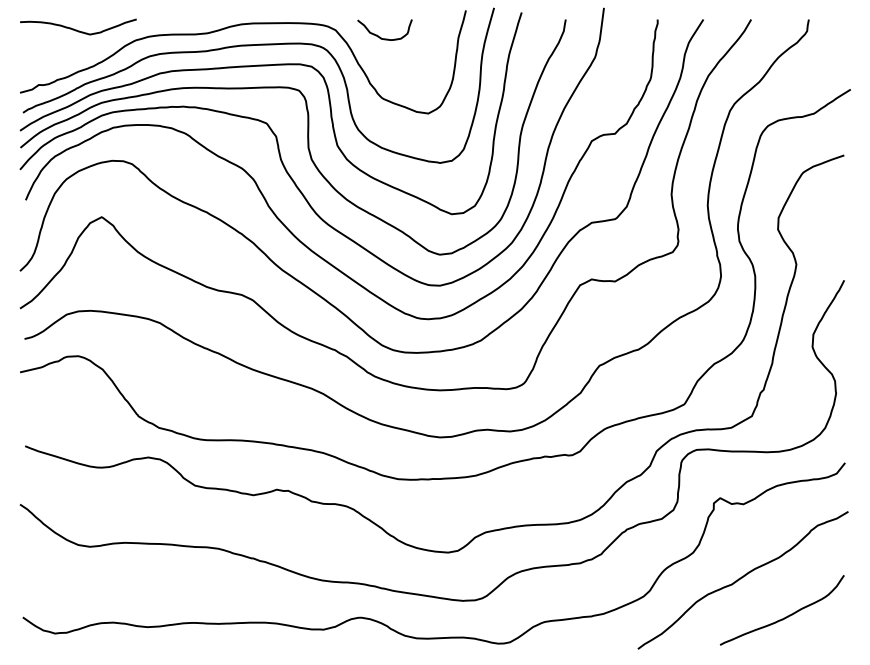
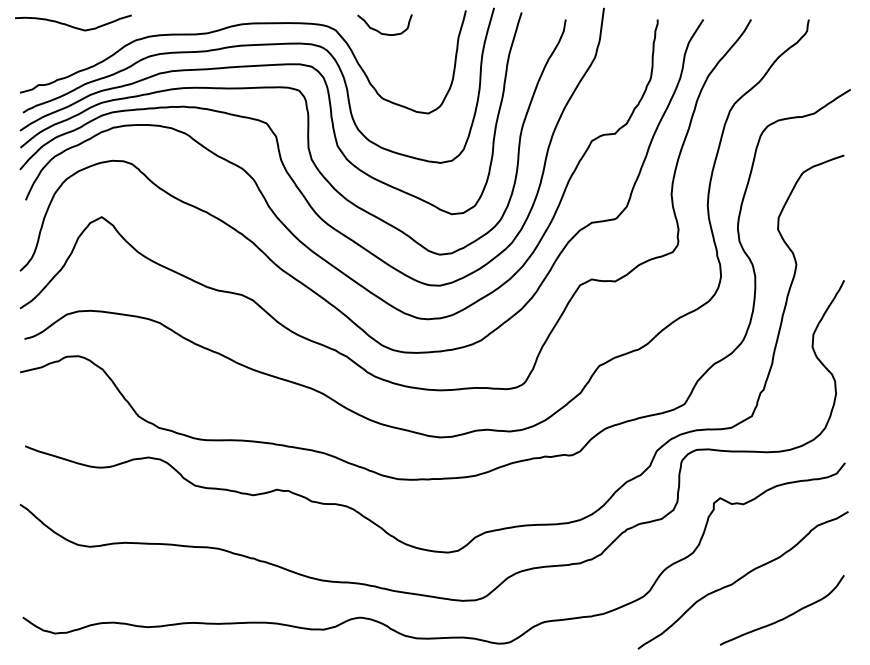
curve at (76, 29) position: (76, 29) -> (71, 25)
curve at (380, 36) position: (380, 36) -> (380, 31)
